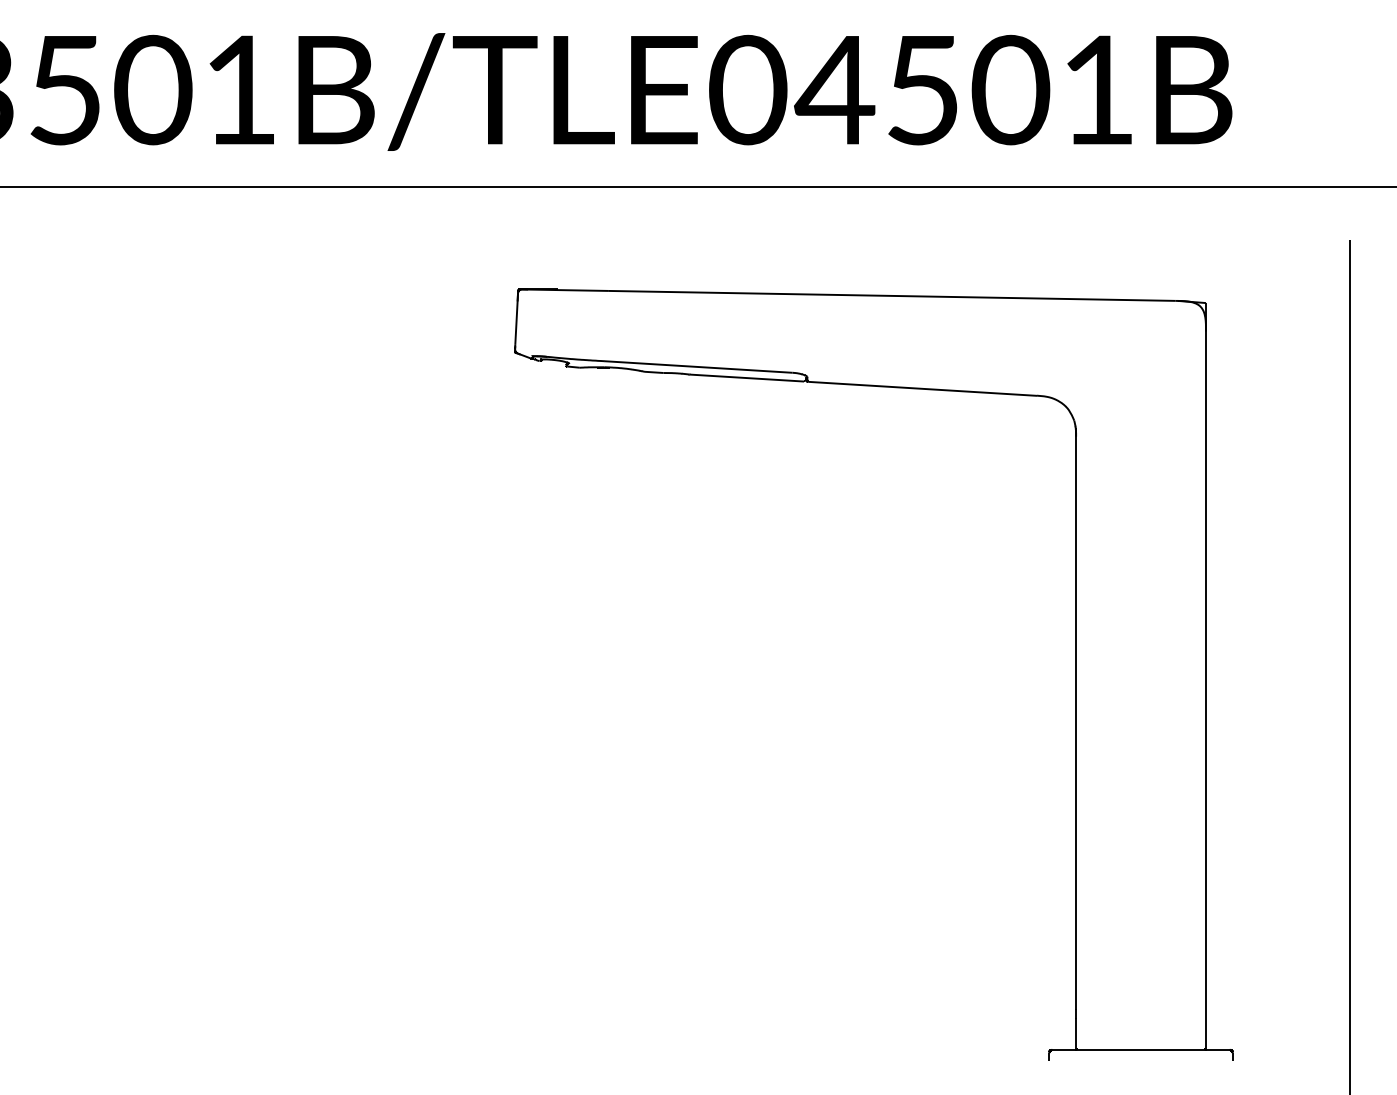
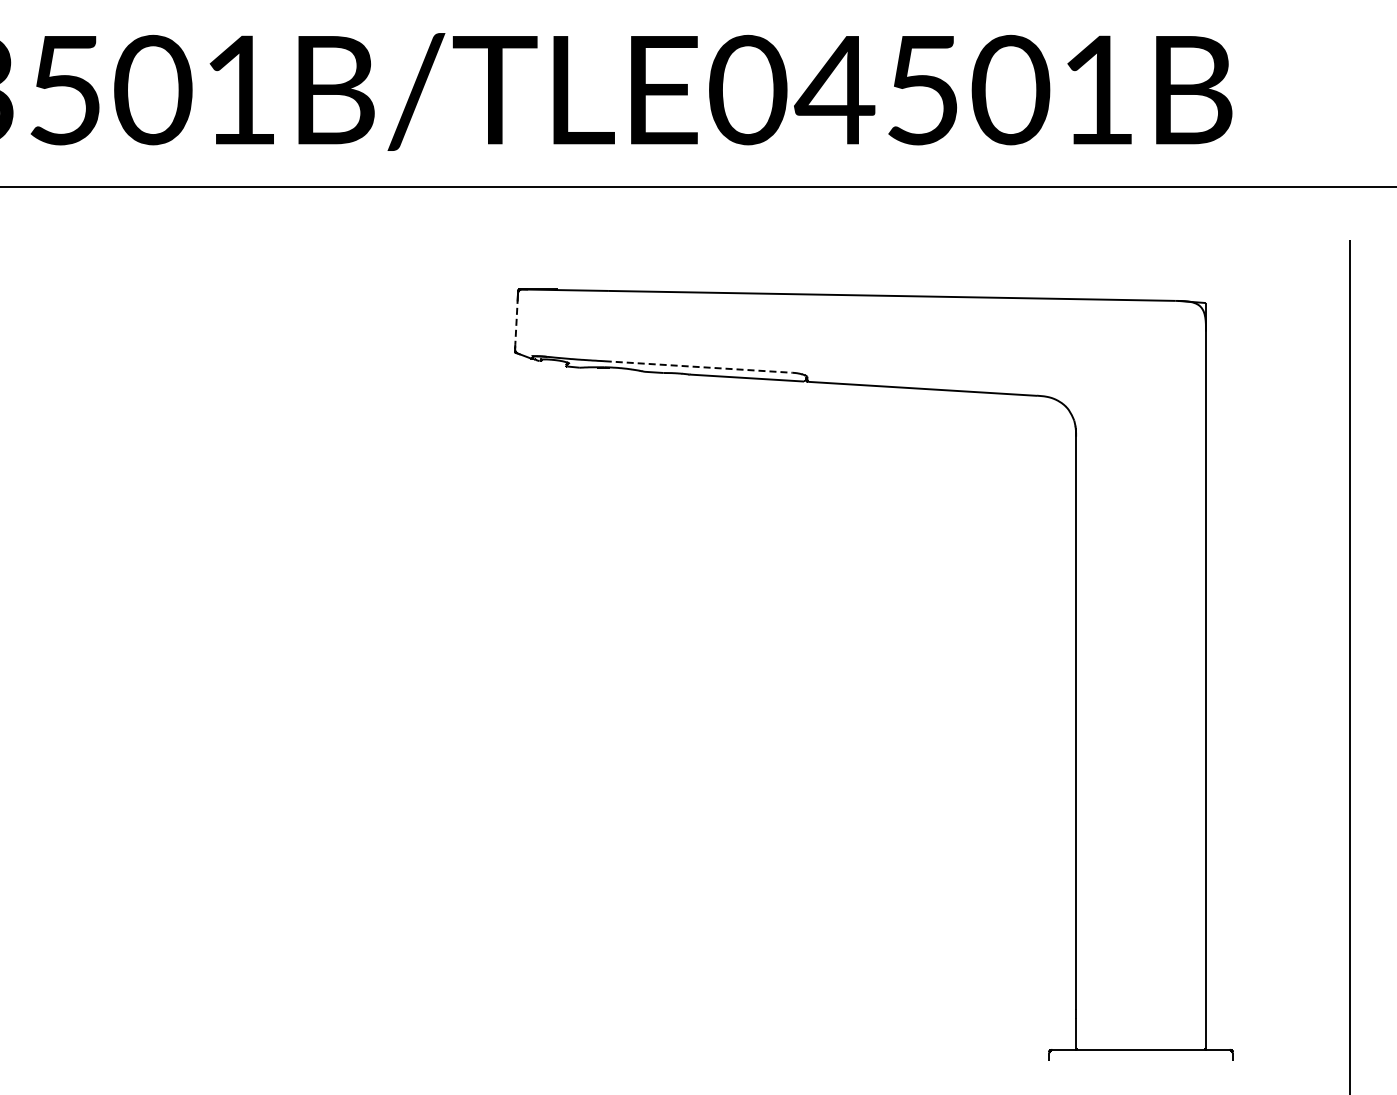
line at (516, 321): solid -> dashed
line at (698, 367): solid -> dashed
